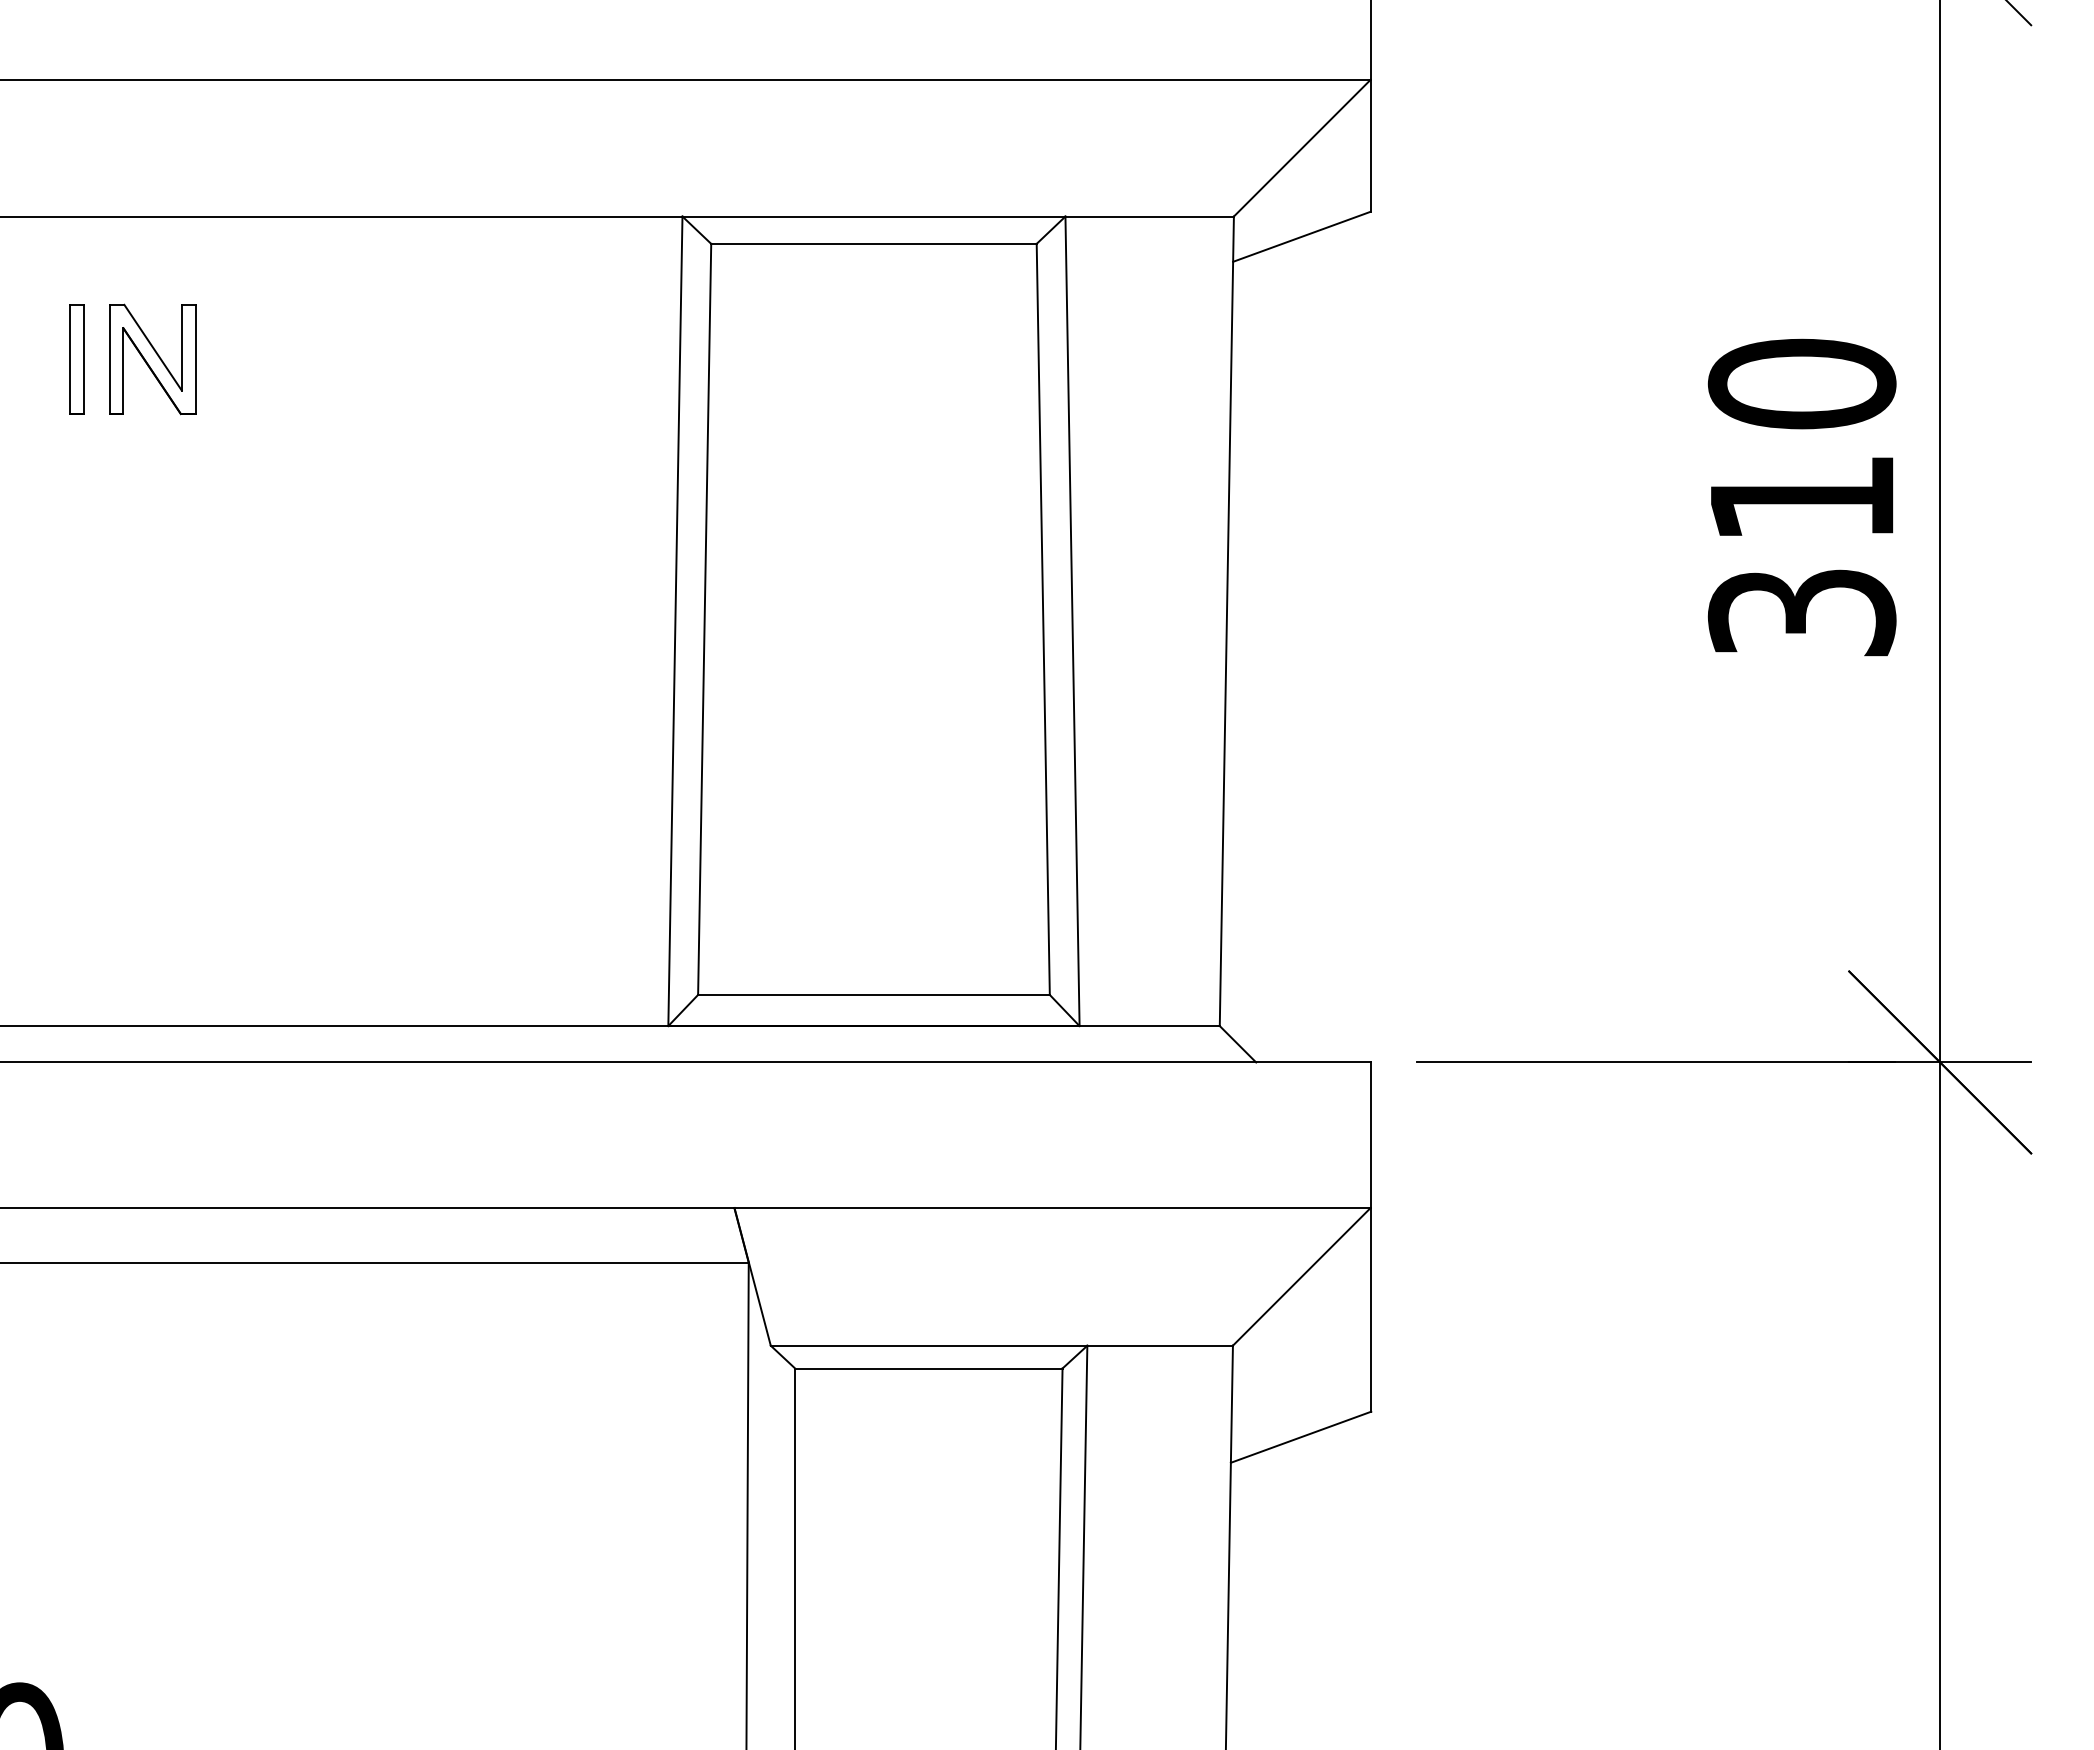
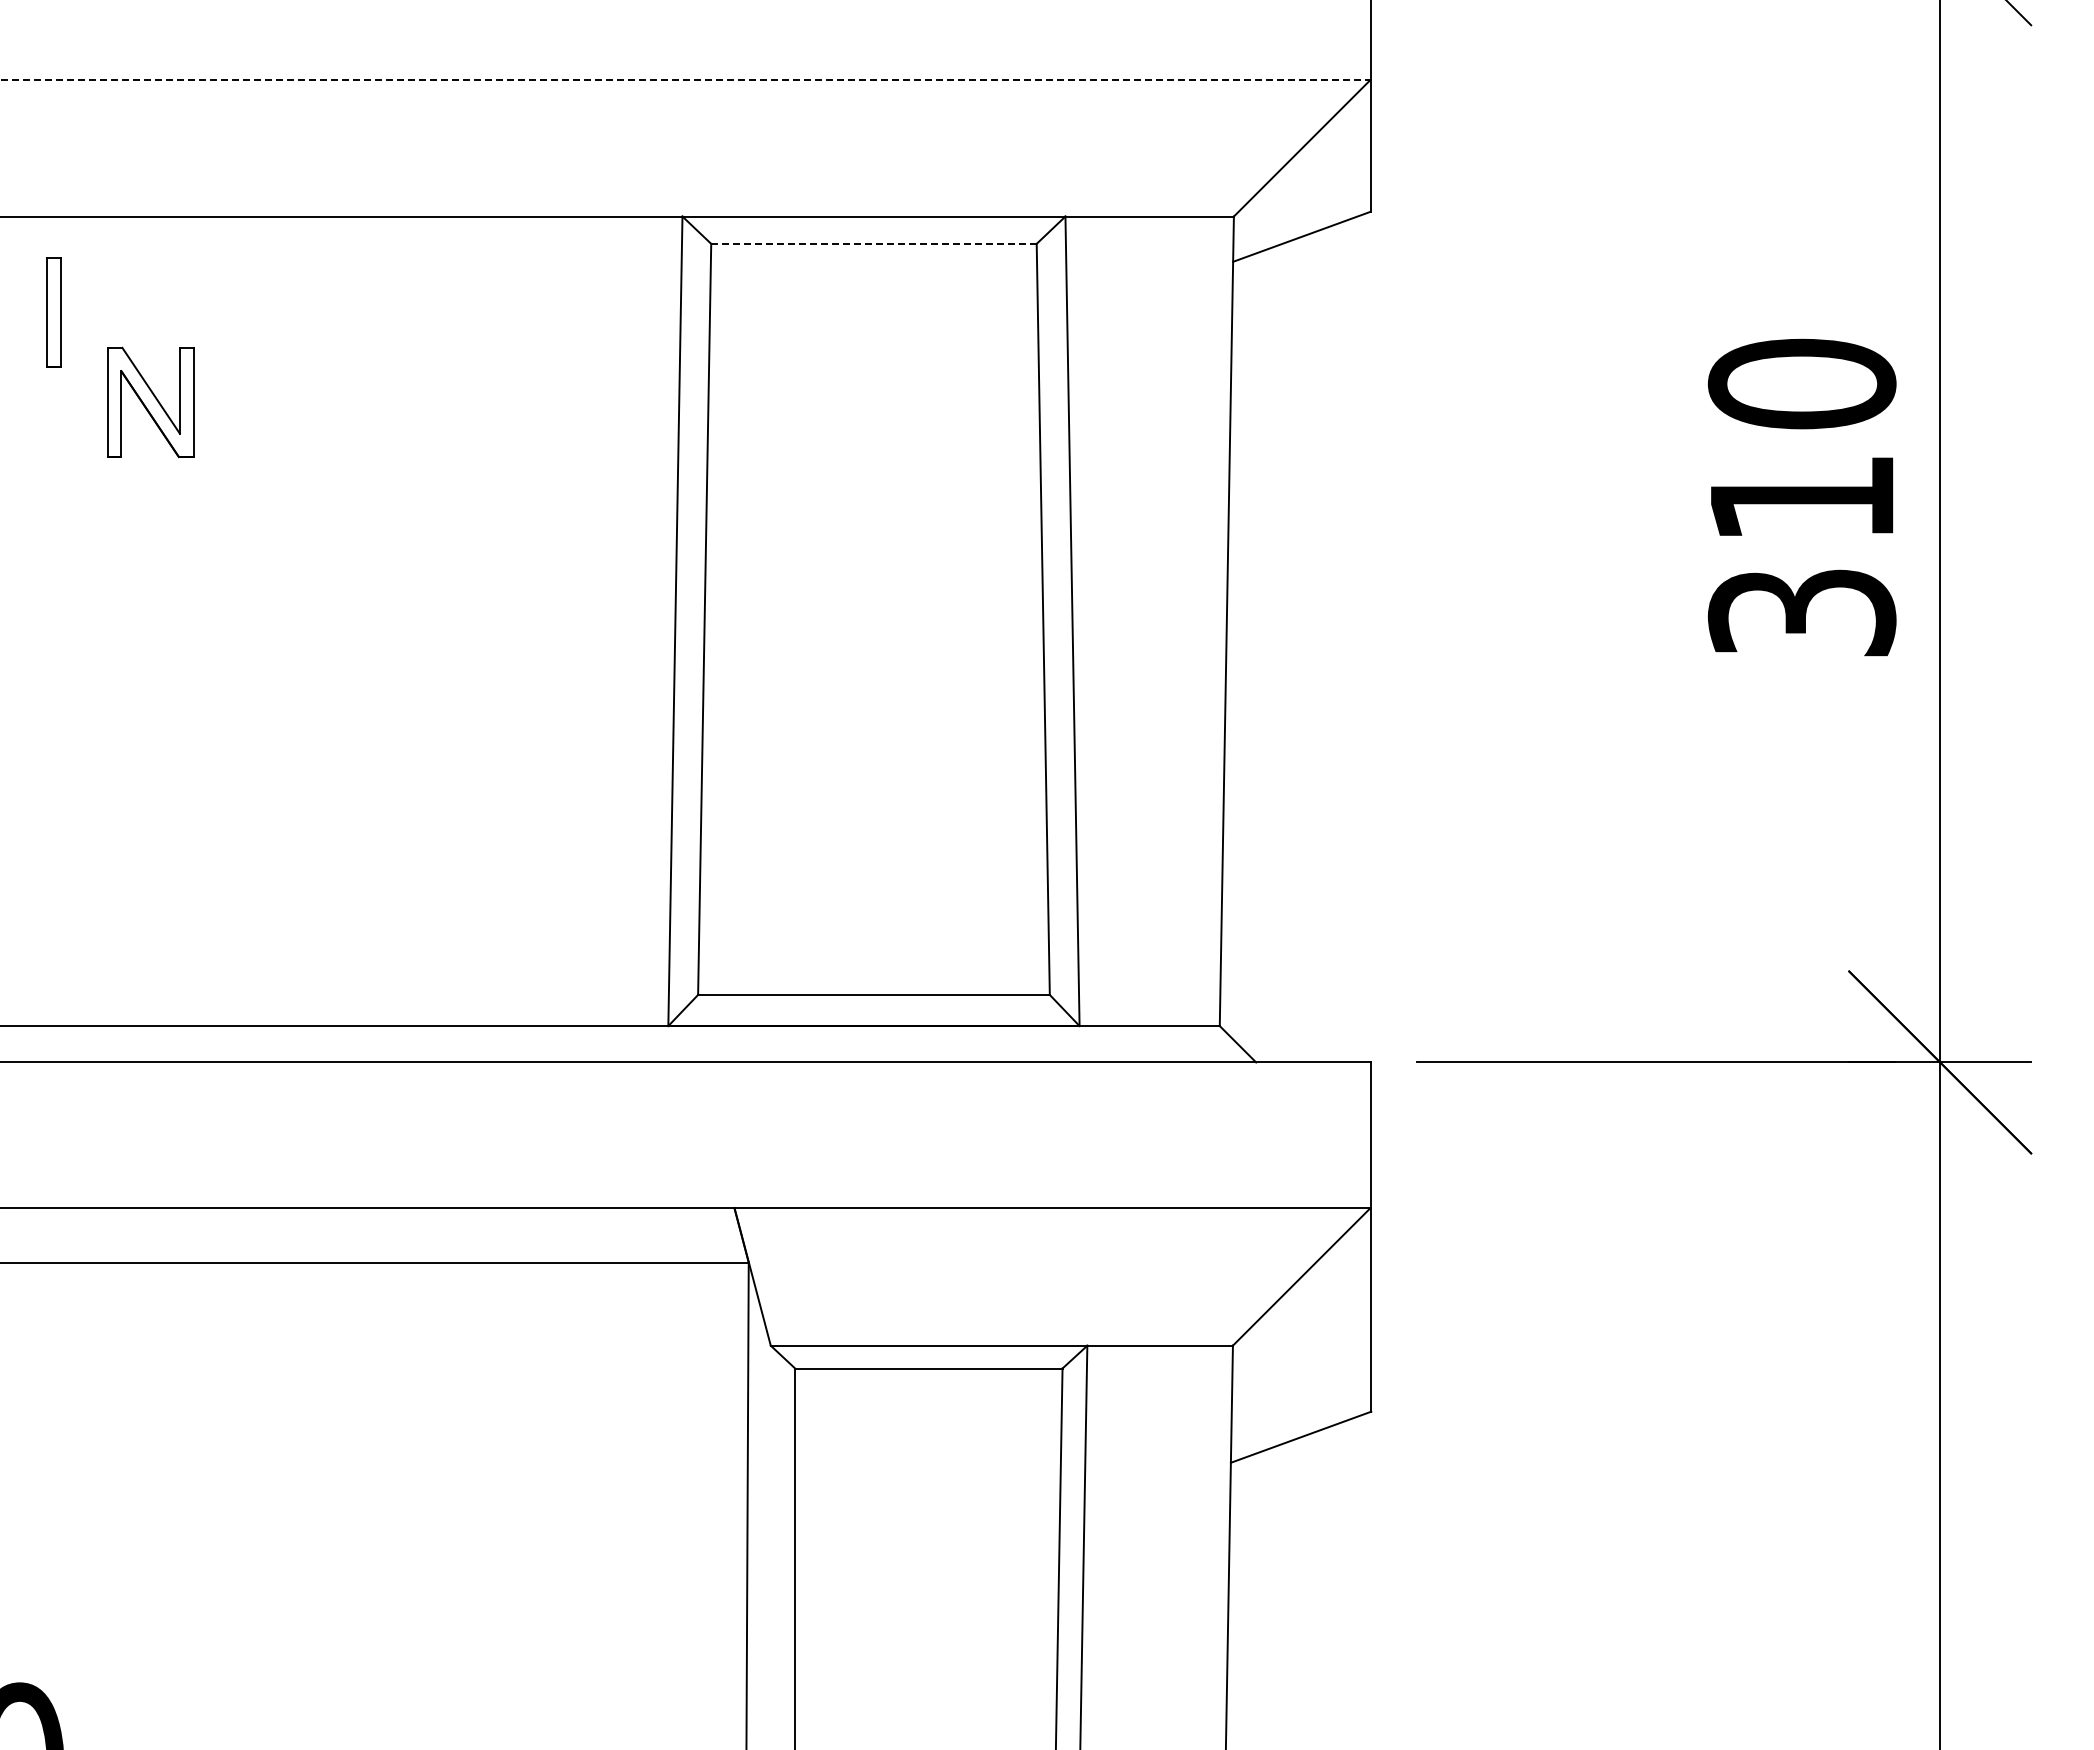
line at (685, 79): solid -> dashed
line at (873, 243): solid -> dashed
part at (76, 359) position: (76, 359) -> (53, 312)
part at (152, 359) position: (152, 359) -> (150, 402)
